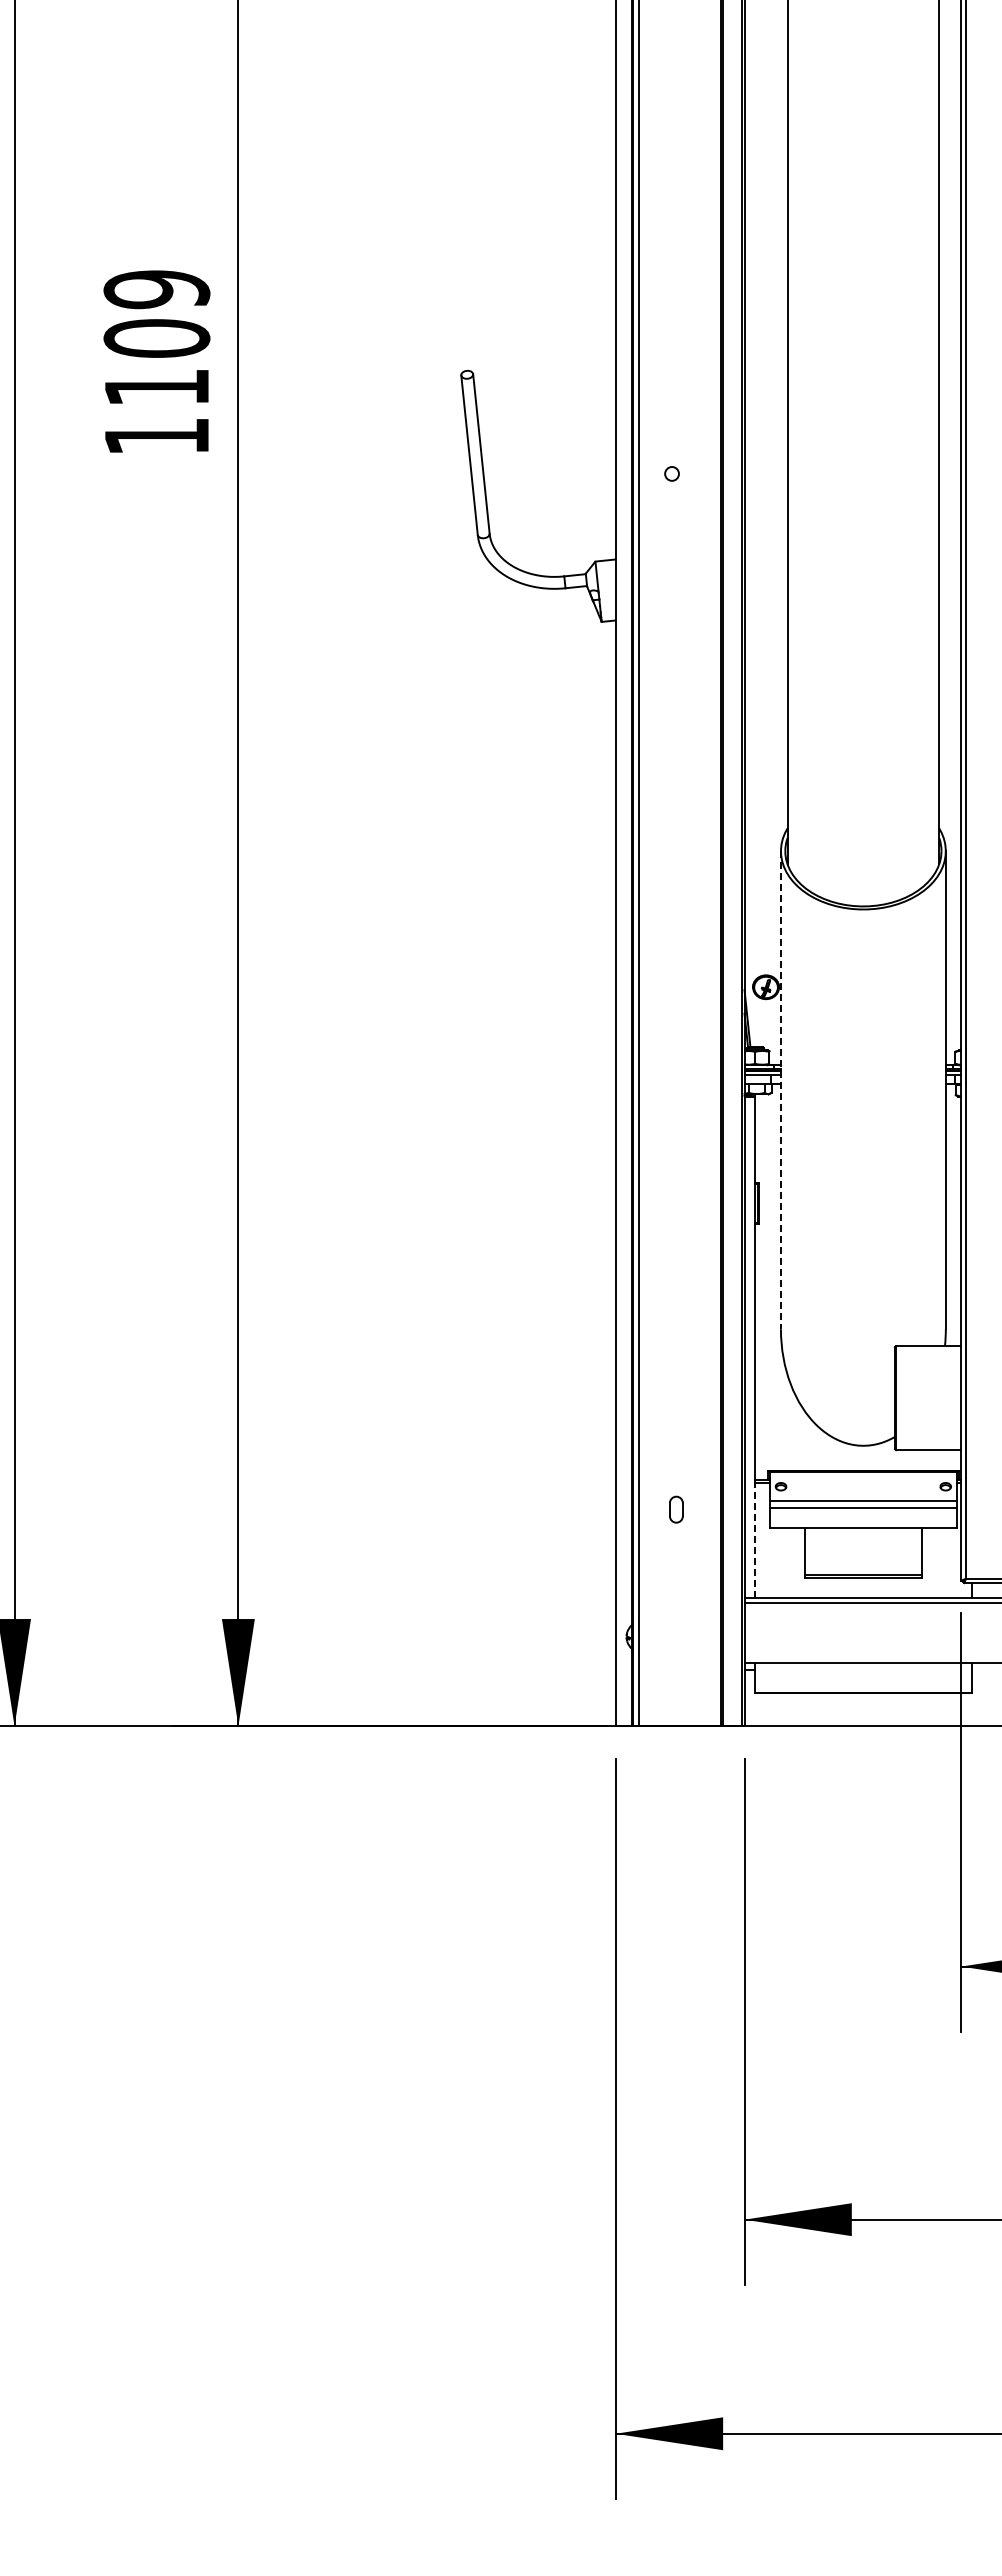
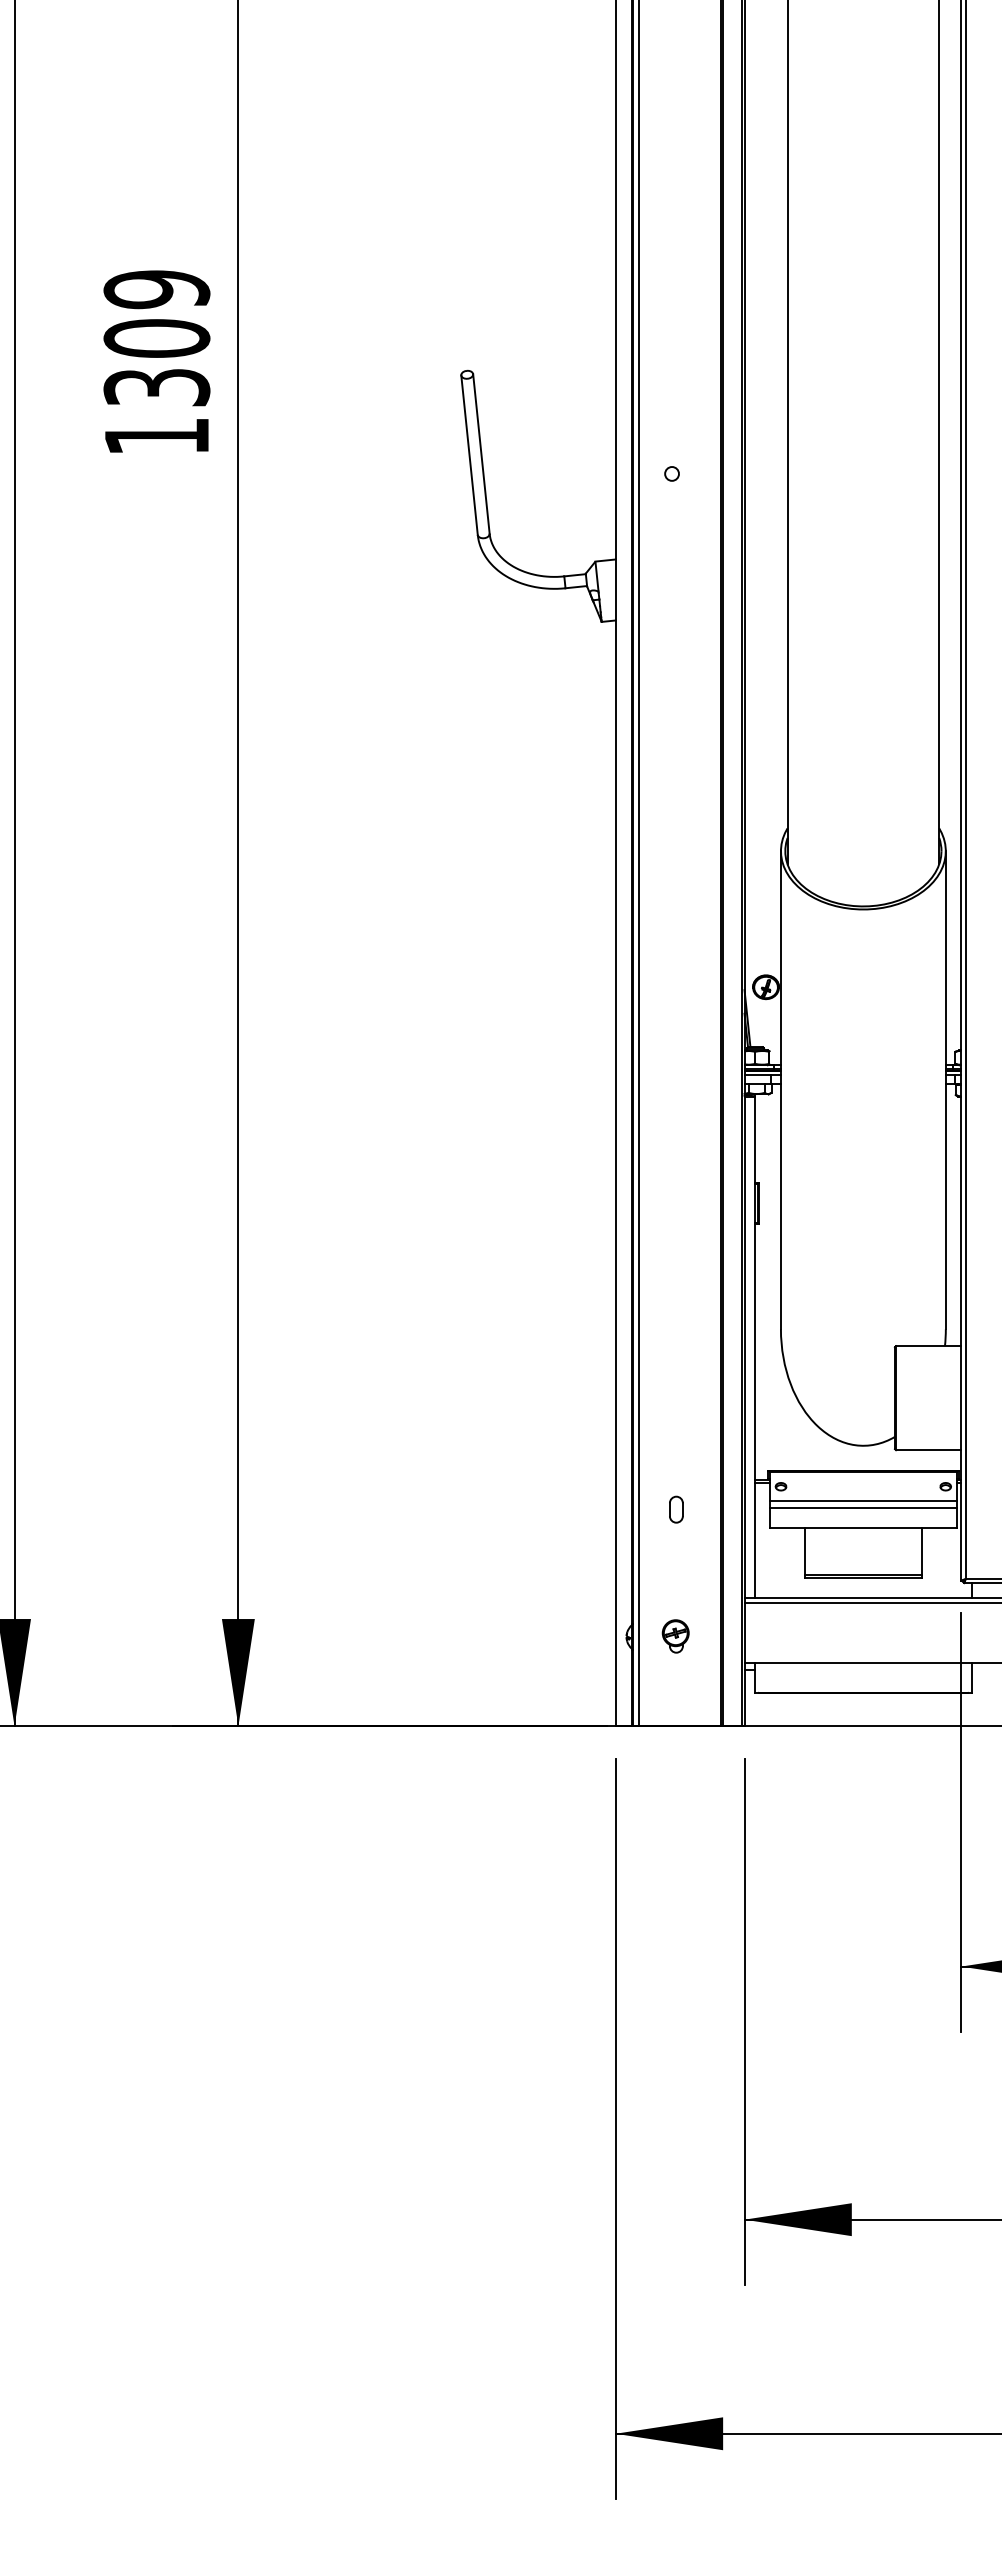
text at (156, 387): 1109 -> 1309
line at (780, 1090): dashed -> solid
line at (755, 1540): dashed -> solid
part at (675, 1636): none -> present
